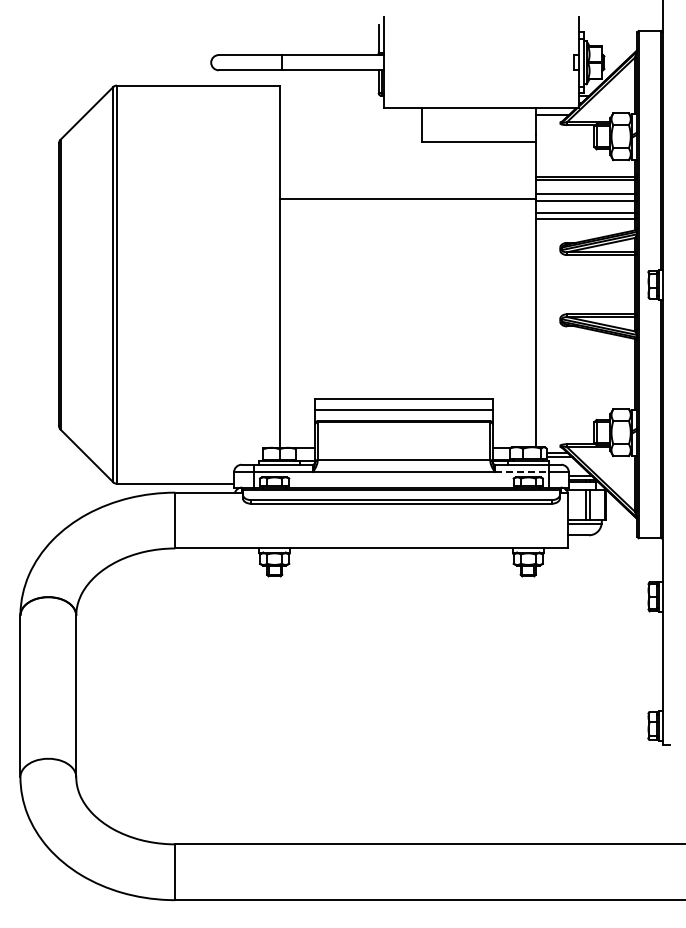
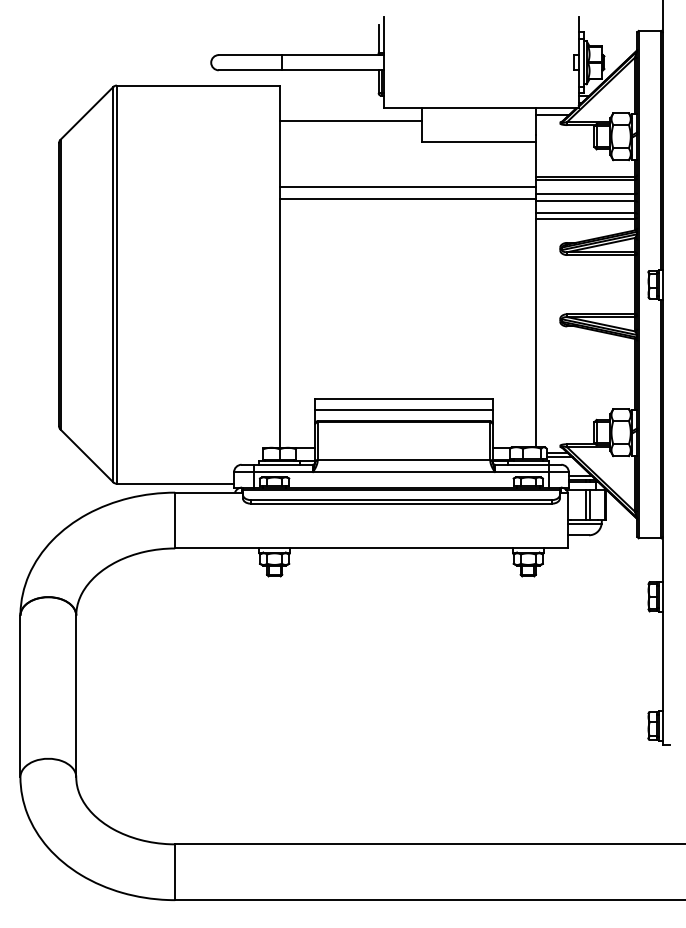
line at (350, 121): none -> present
line at (407, 187): none -> present
line at (521, 472): dashed -> solid
